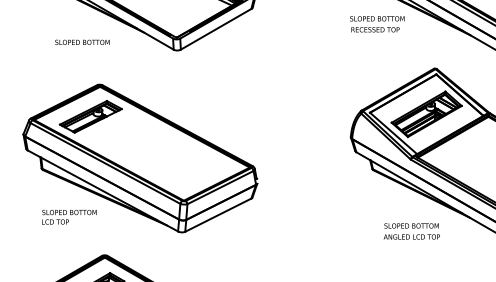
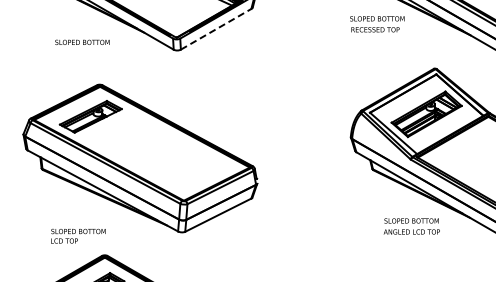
line at (216, 29): solid -> dashed
text at (69, 216) position: (69, 216) -> (78, 235)
text at (411, 231) position: (411, 231) -> (411, 226)
